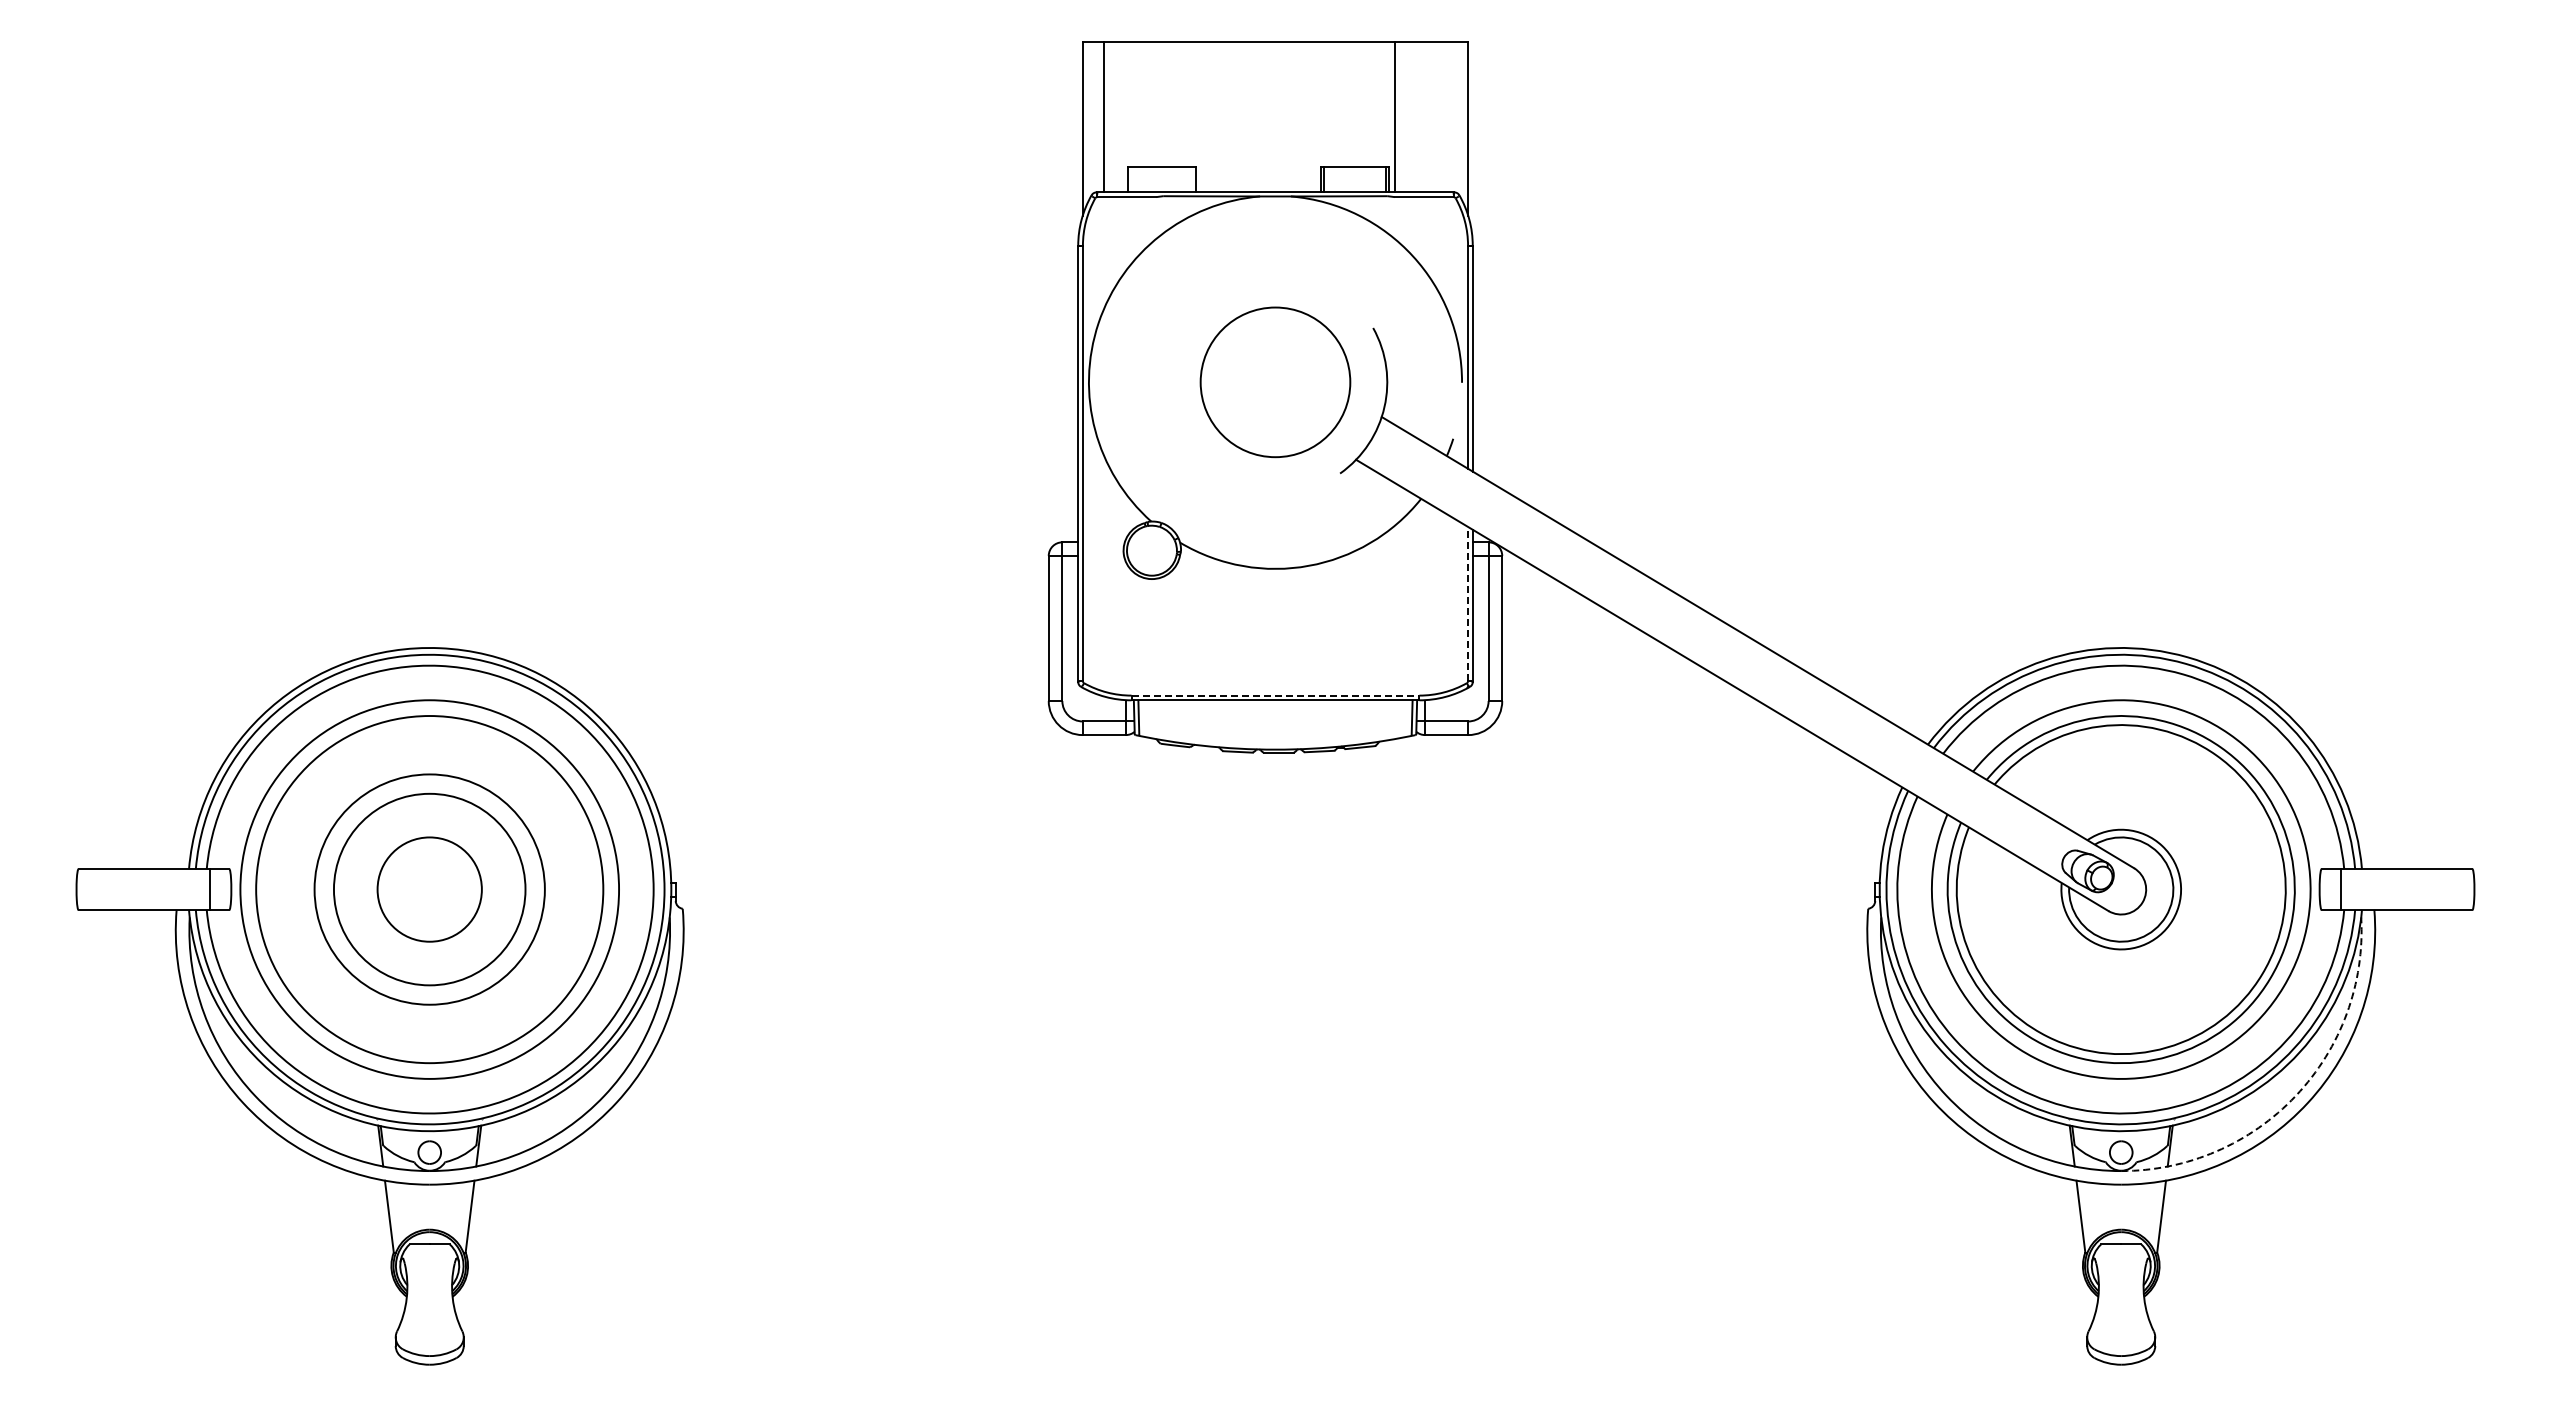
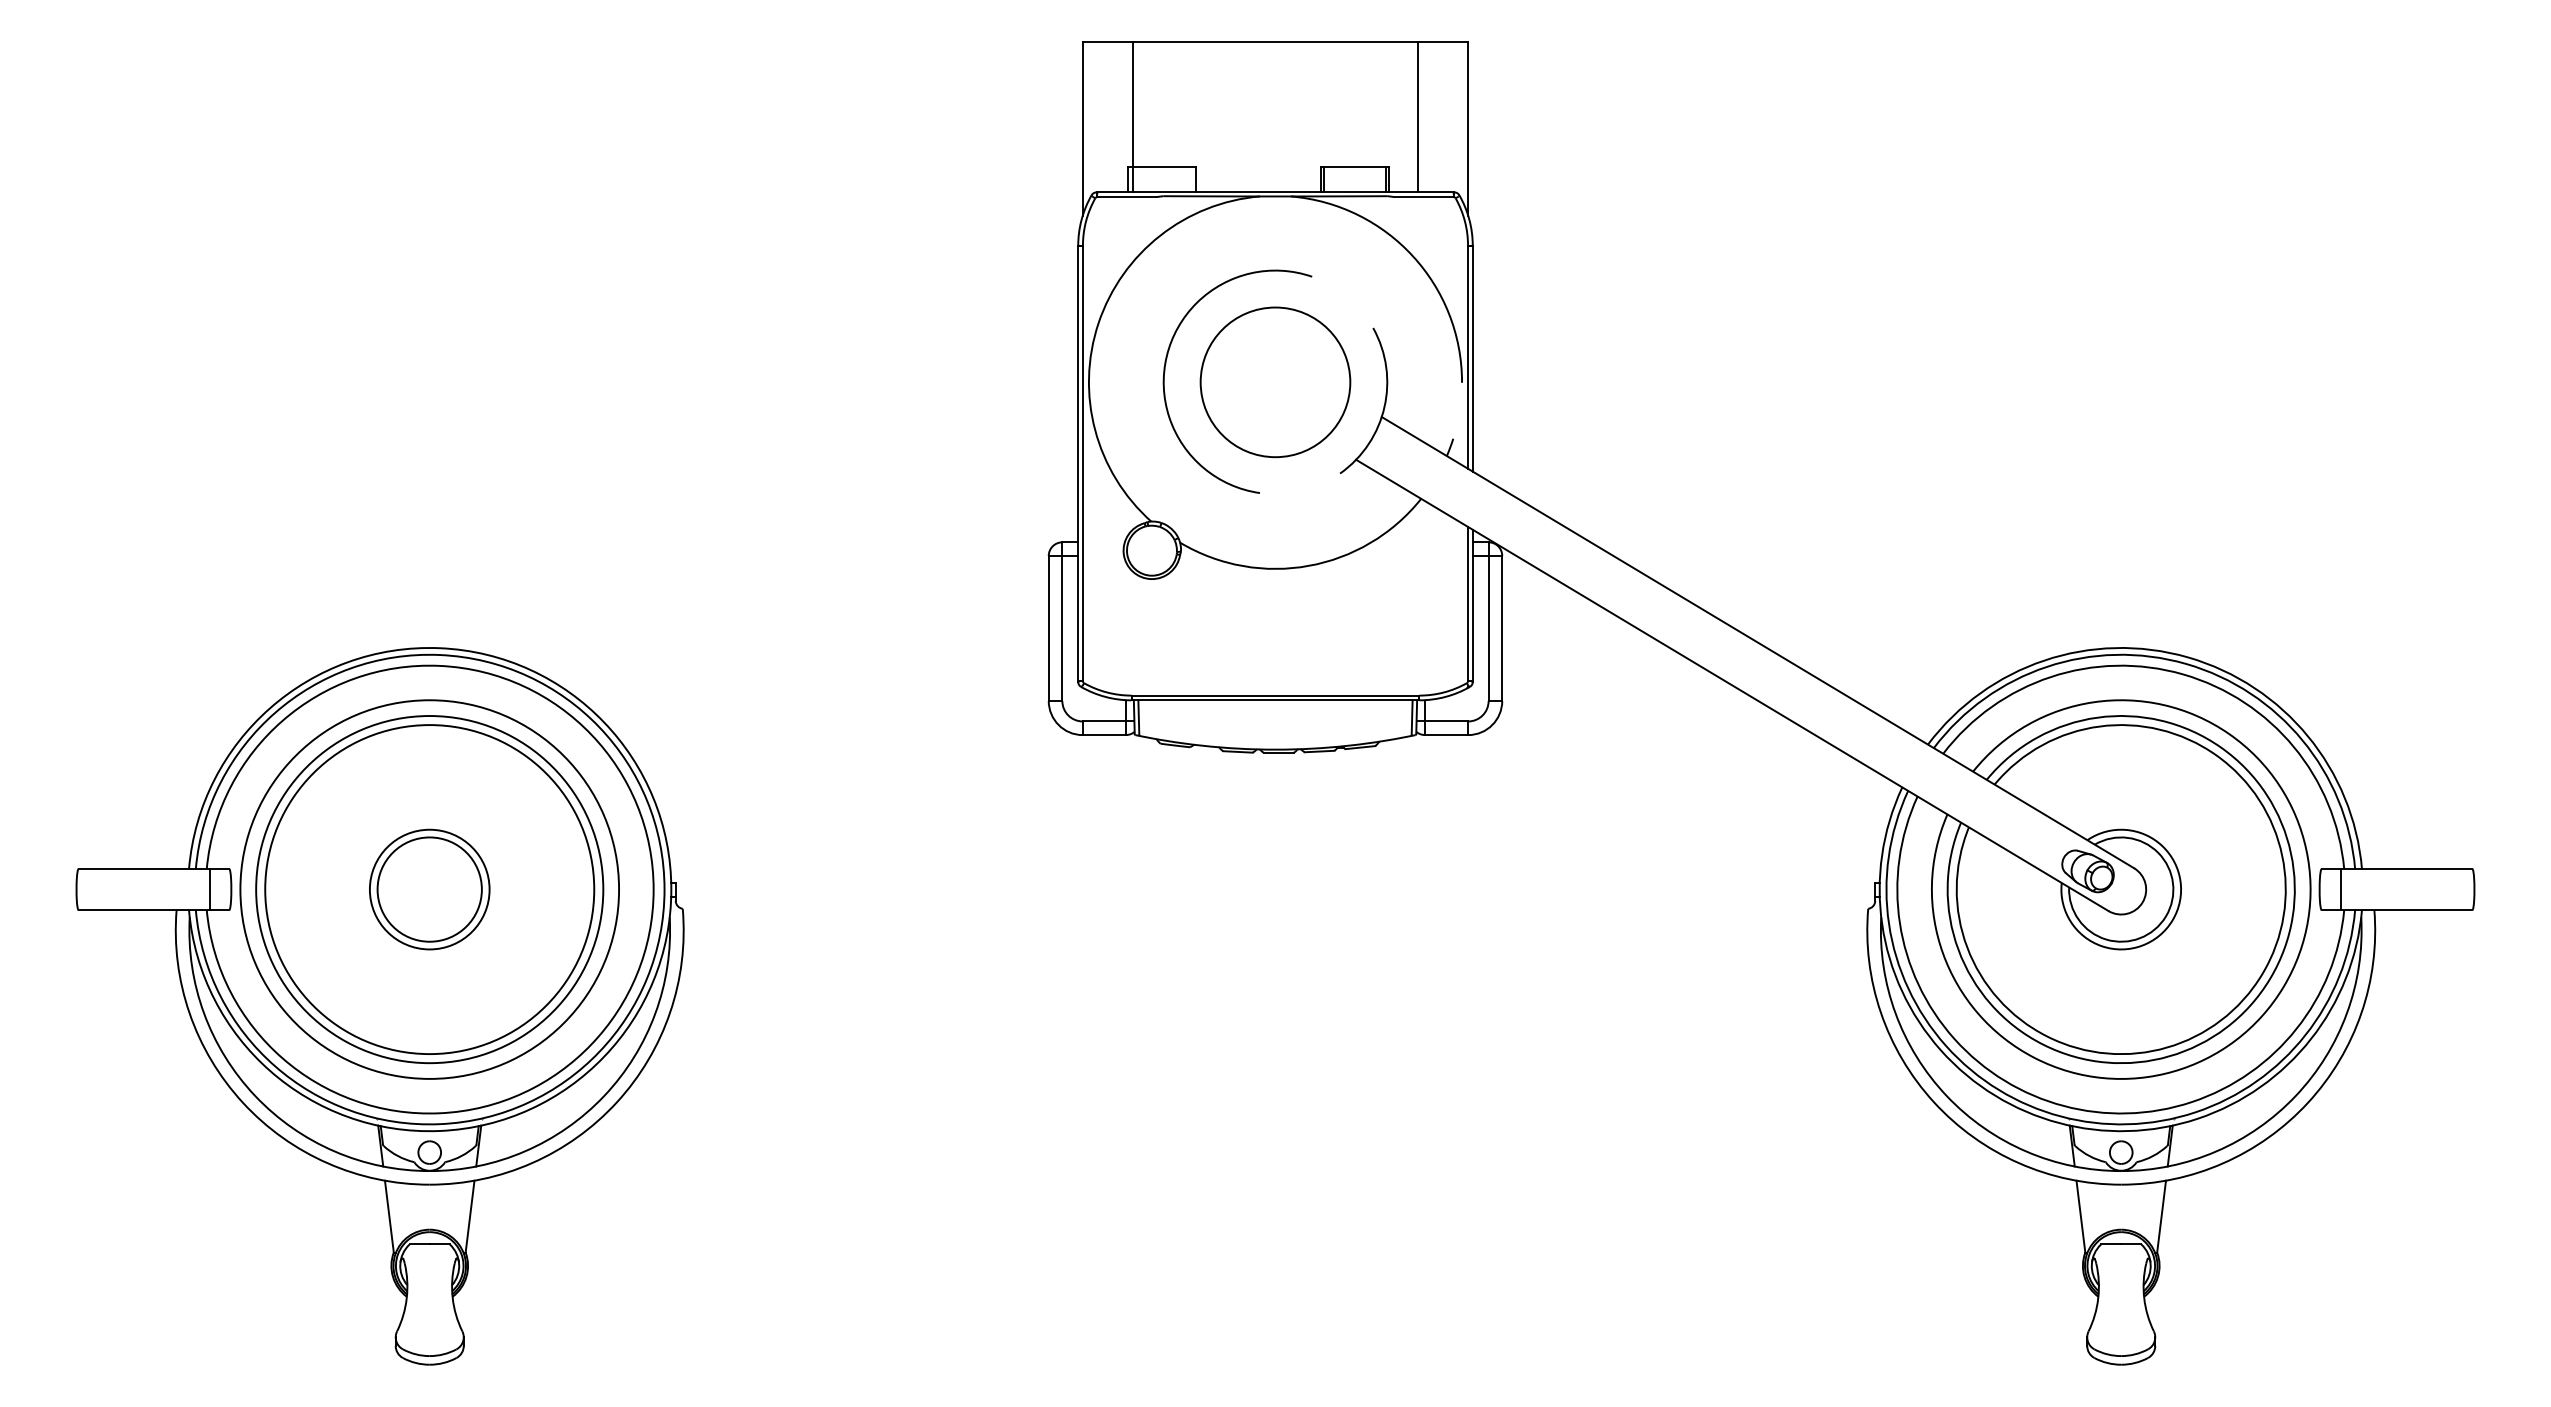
line at (1103, 117) position: (1103, 117) -> (1132, 117)
line at (1395, 117) position: (1395, 117) -> (1418, 117)
arc at (1165, 372): none -> present
line at (1468, 603): dashed -> solid
line at (1275, 695): dashed -> solid
circle at (429, 889) diameter: 192 px -> 120 px
circle at (429, 889) diameter: 230 px -> 329 px
arc at (2295, 1095): dashed -> solid
